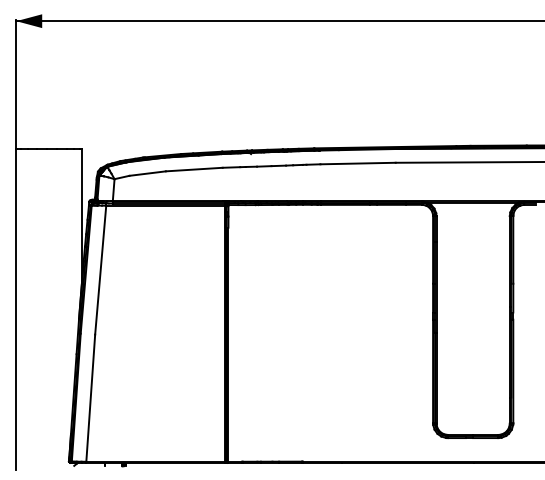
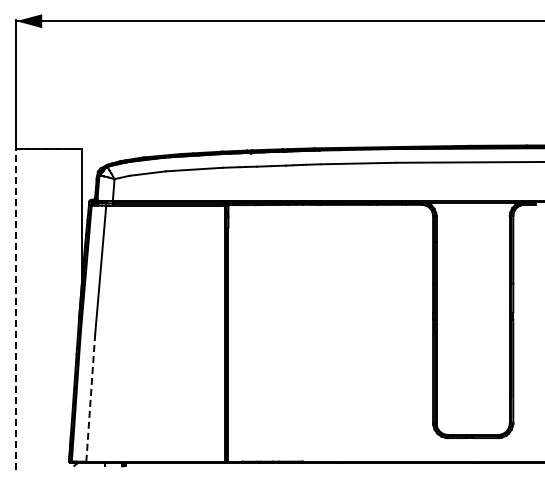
line at (16, 308): solid -> dashed
line at (90, 398): solid -> dashed
